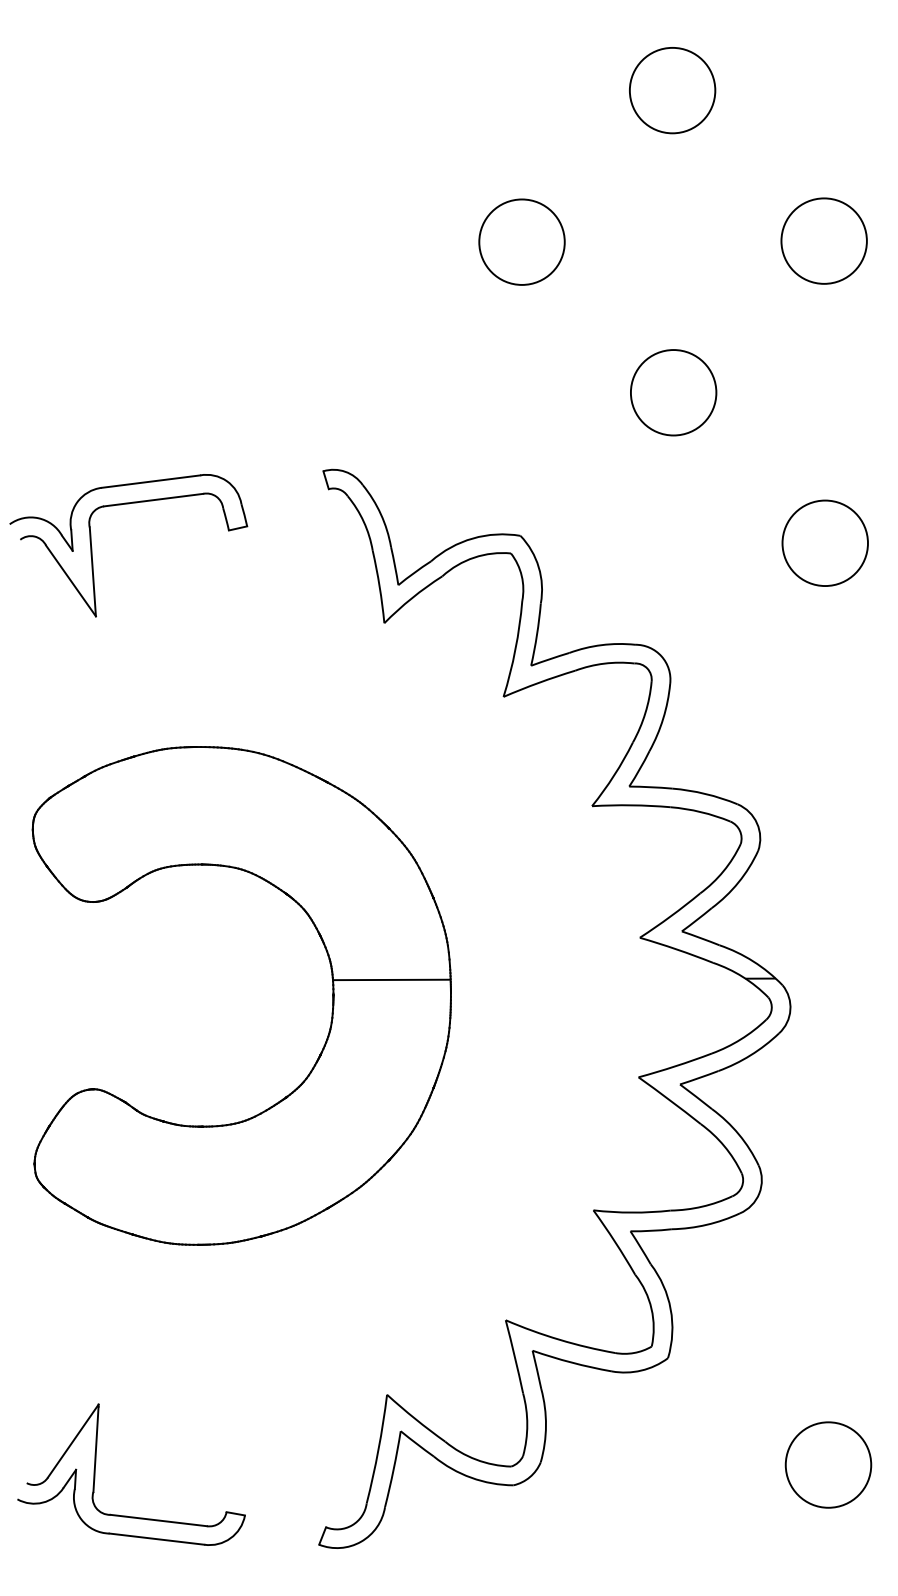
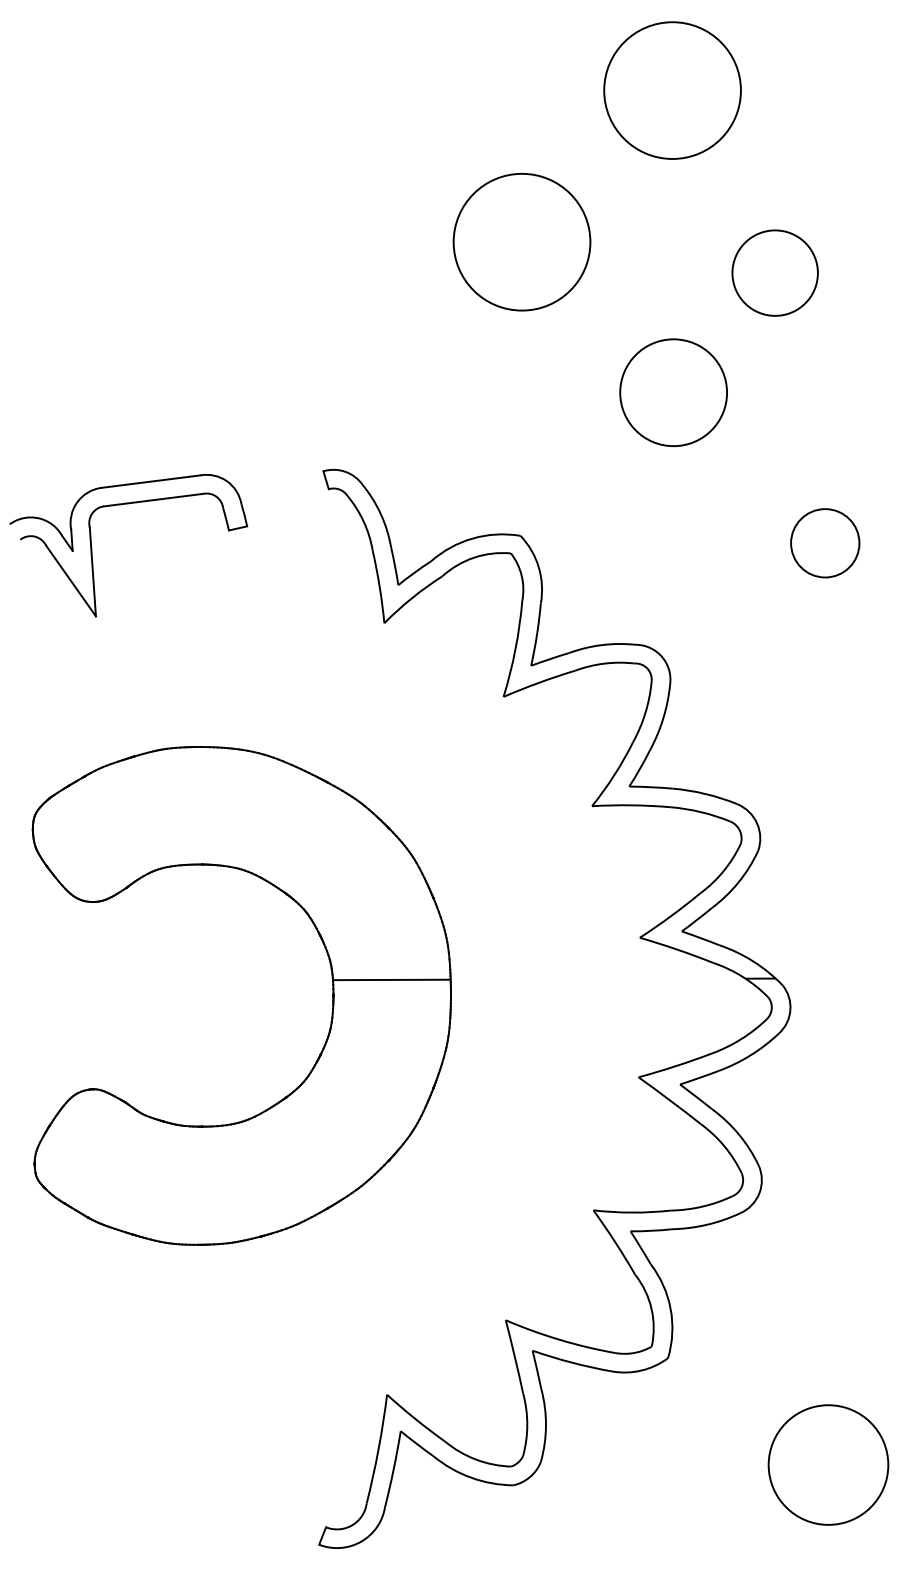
circle at (672, 90) diameter: 85 px -> 137 px
circle at (823, 240) position: (823, 240) -> (774, 272)
circle at (521, 241) diameter: 85 px -> 137 px
circle at (673, 392) diameter: 85 px -> 107 px
circle at (824, 543) diameter: 85 px -> 68 px
circle at (828, 1464) diameter: 85 px -> 120 px
part at (95, 1474): present -> none
